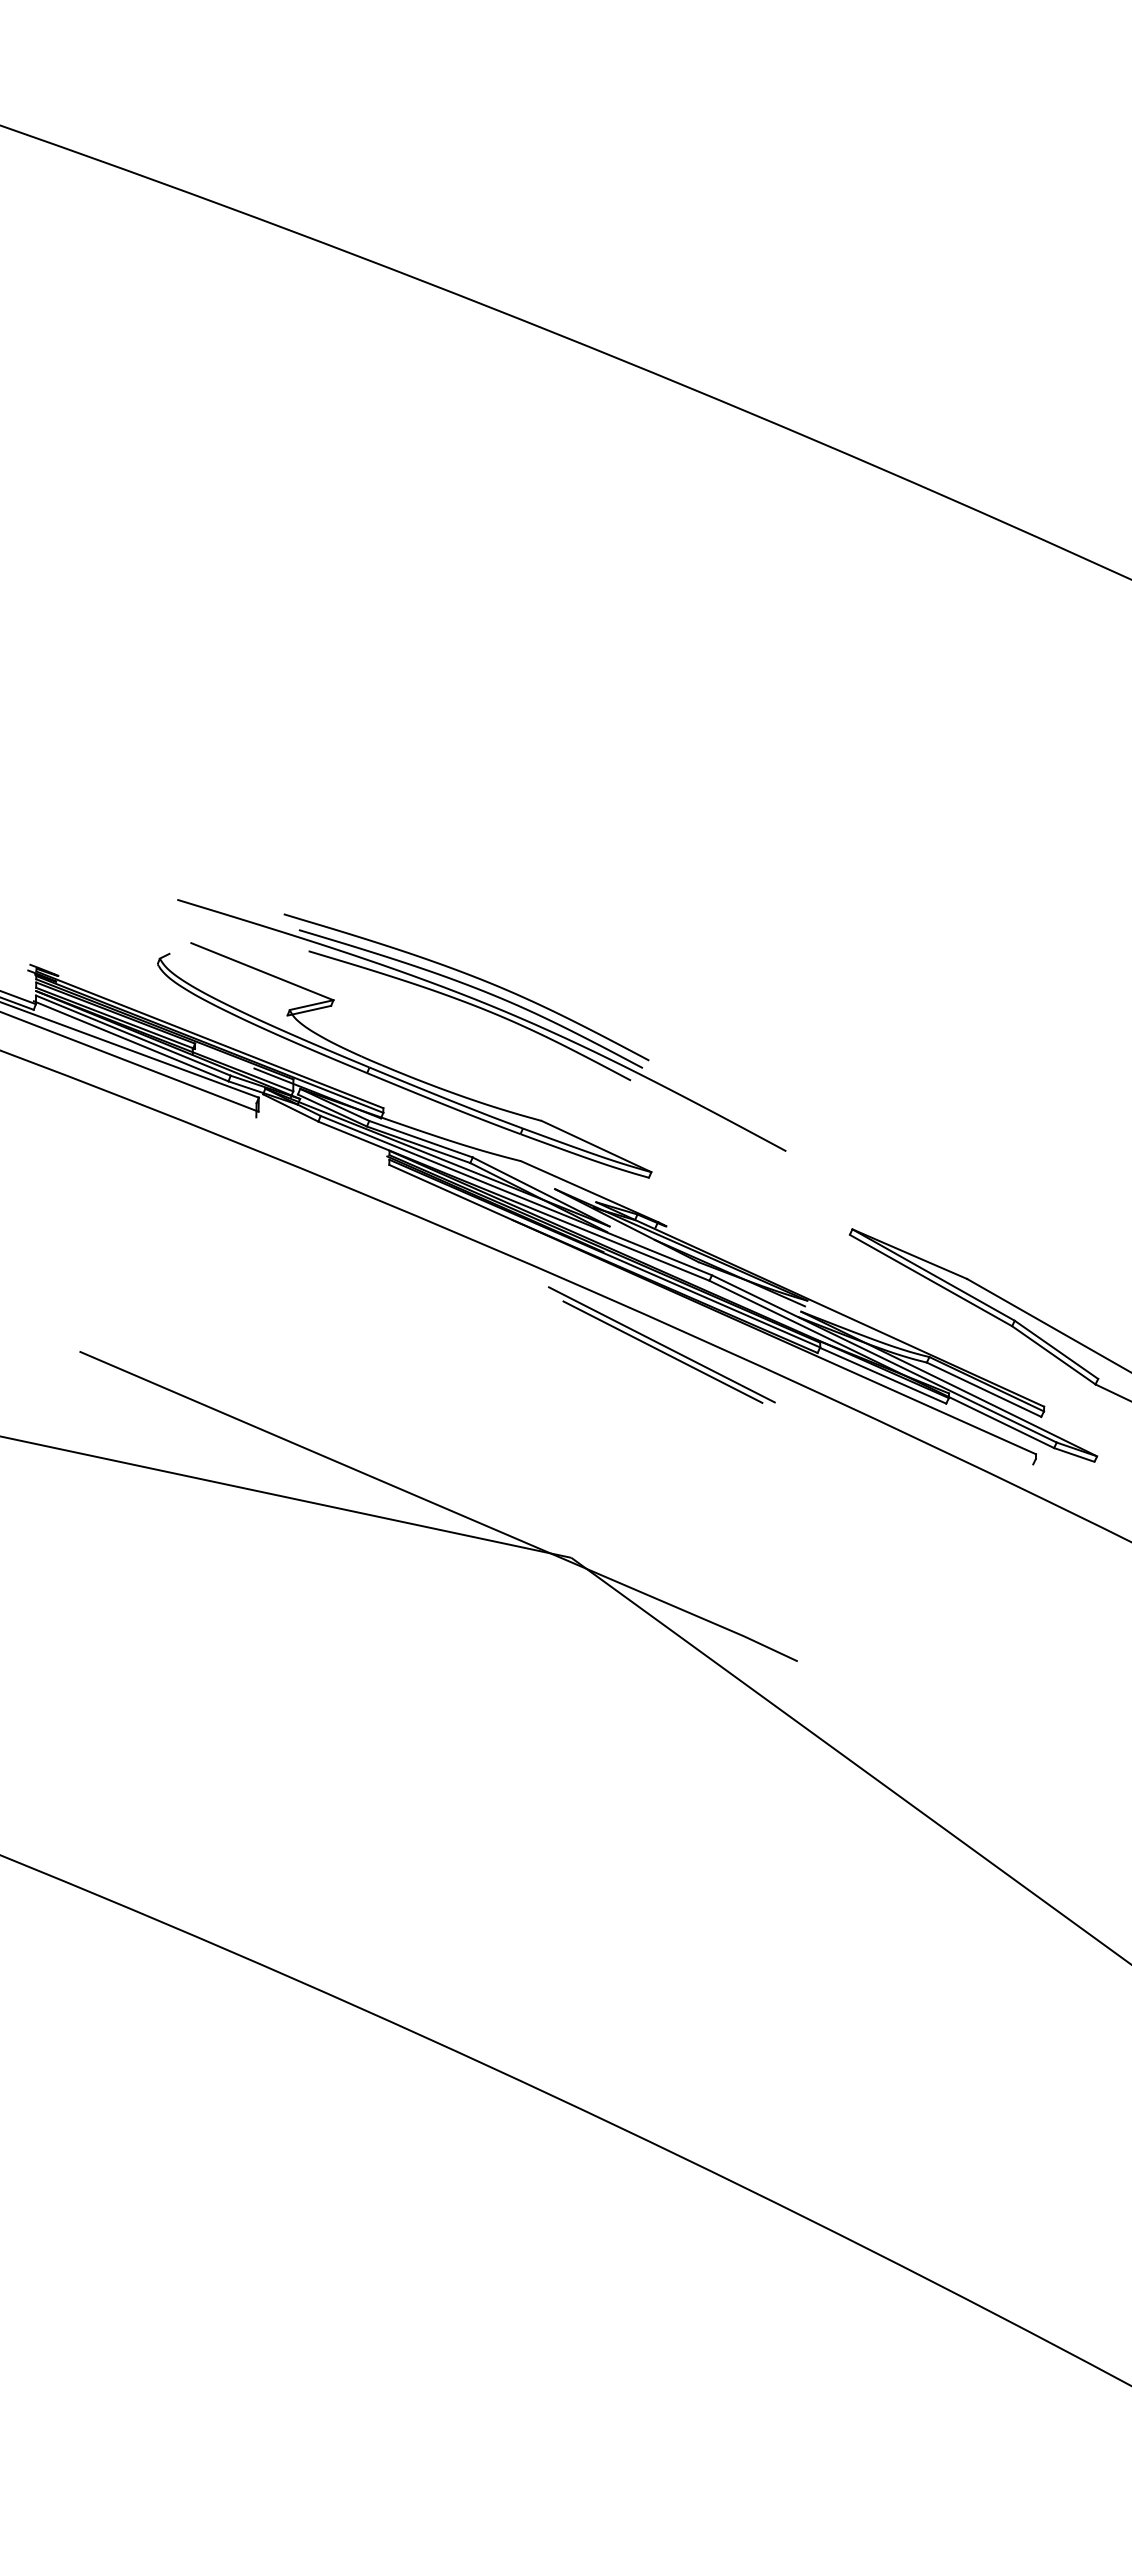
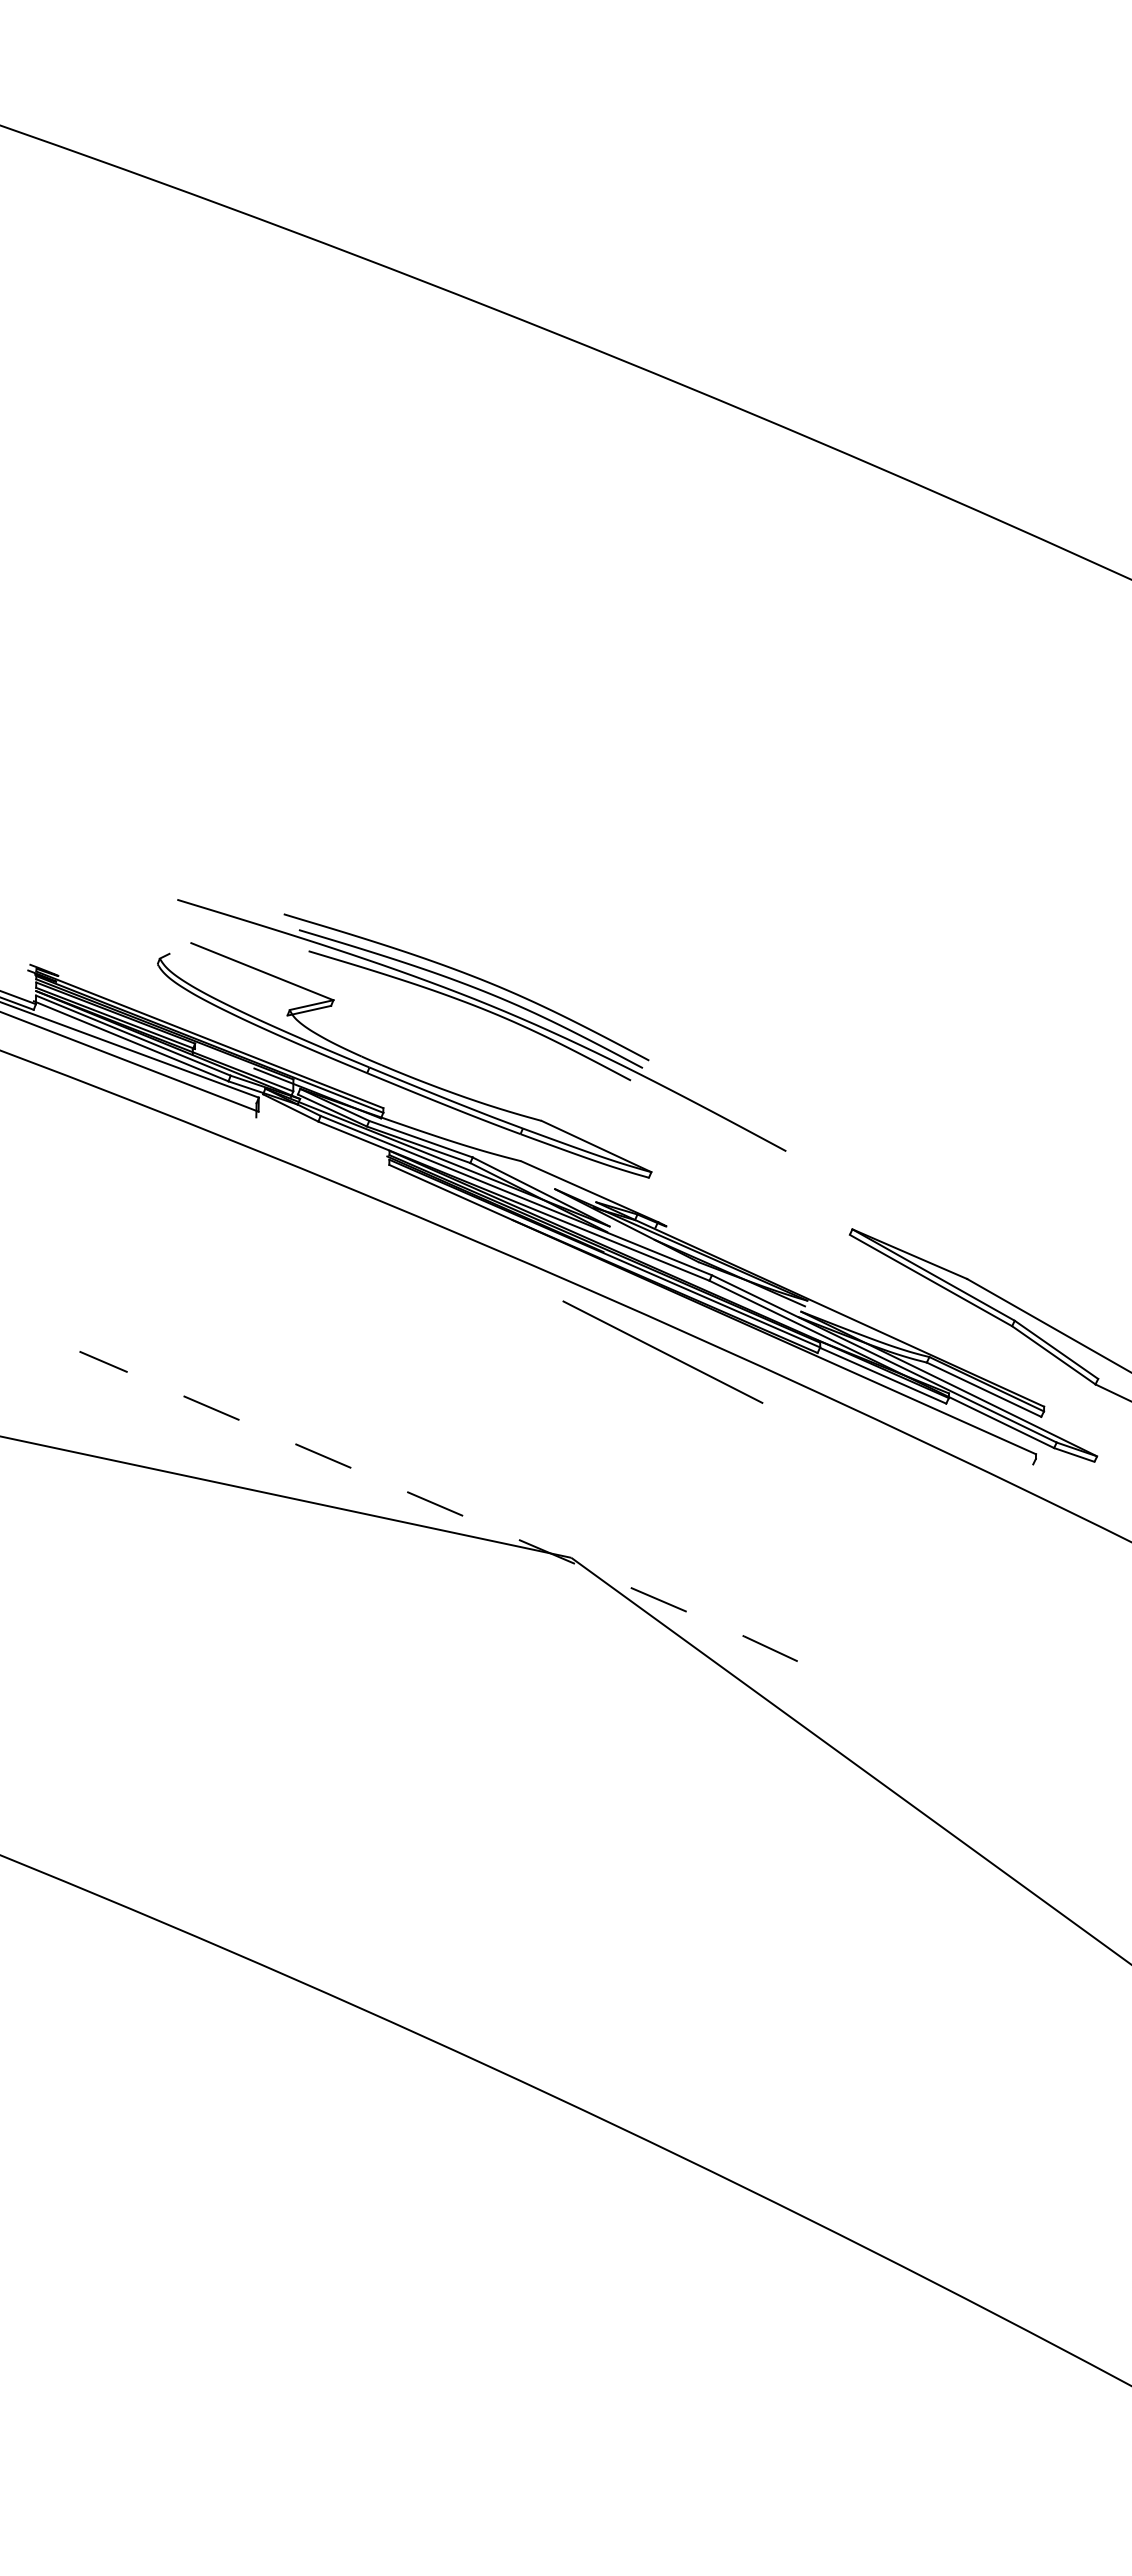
line at (661, 1344): present -> none
line at (439, 1505): solid -> dashed
